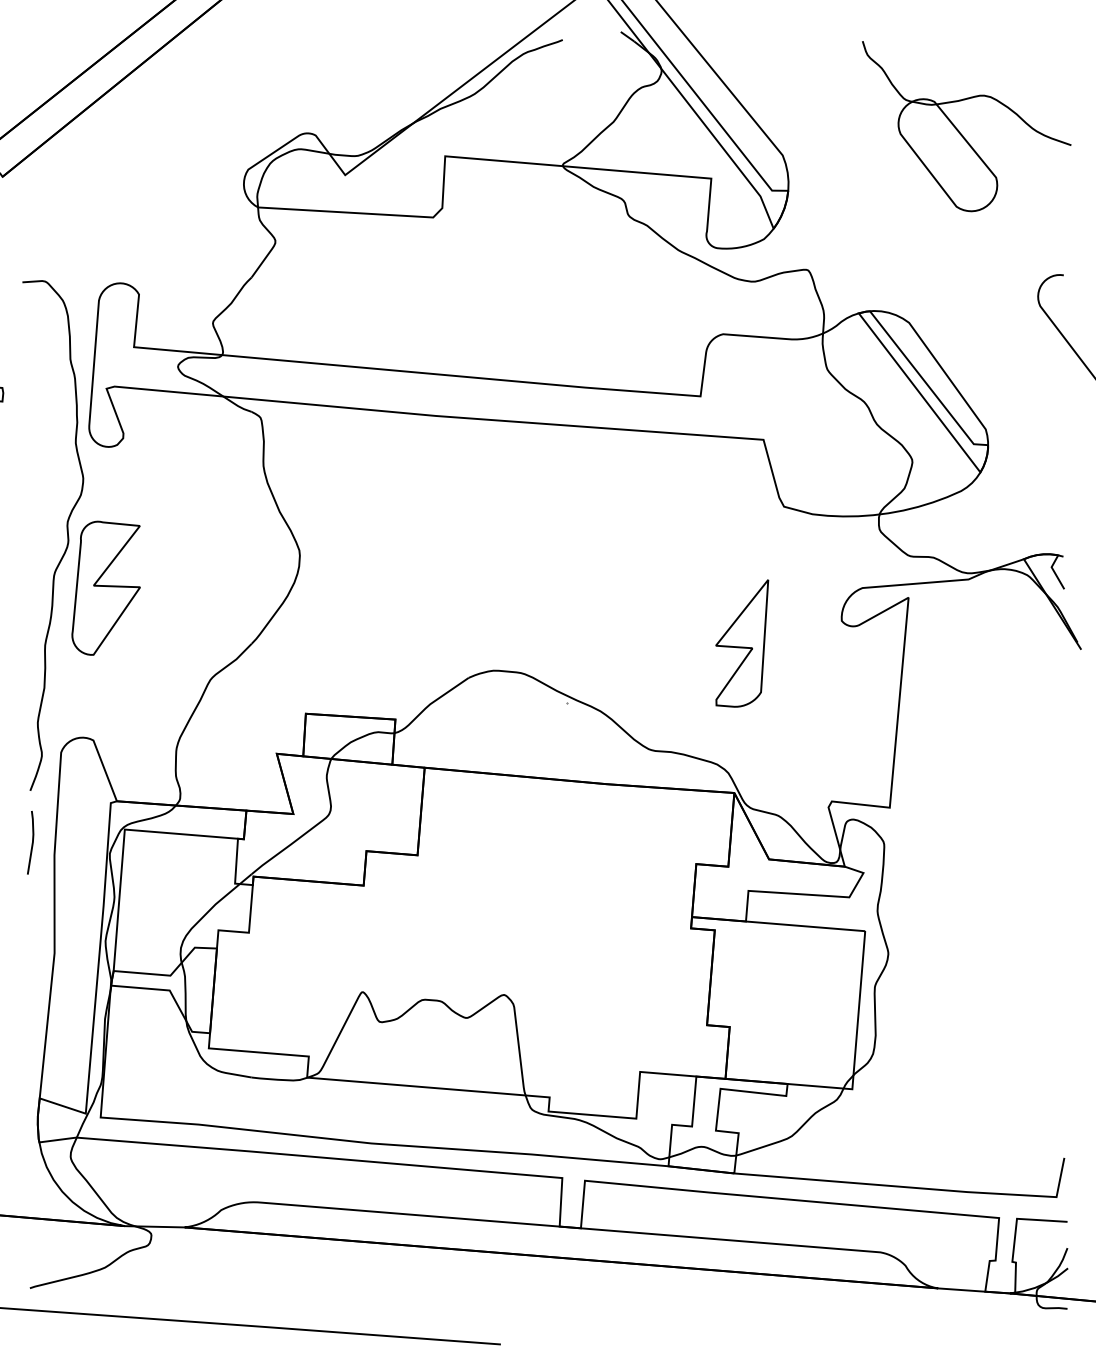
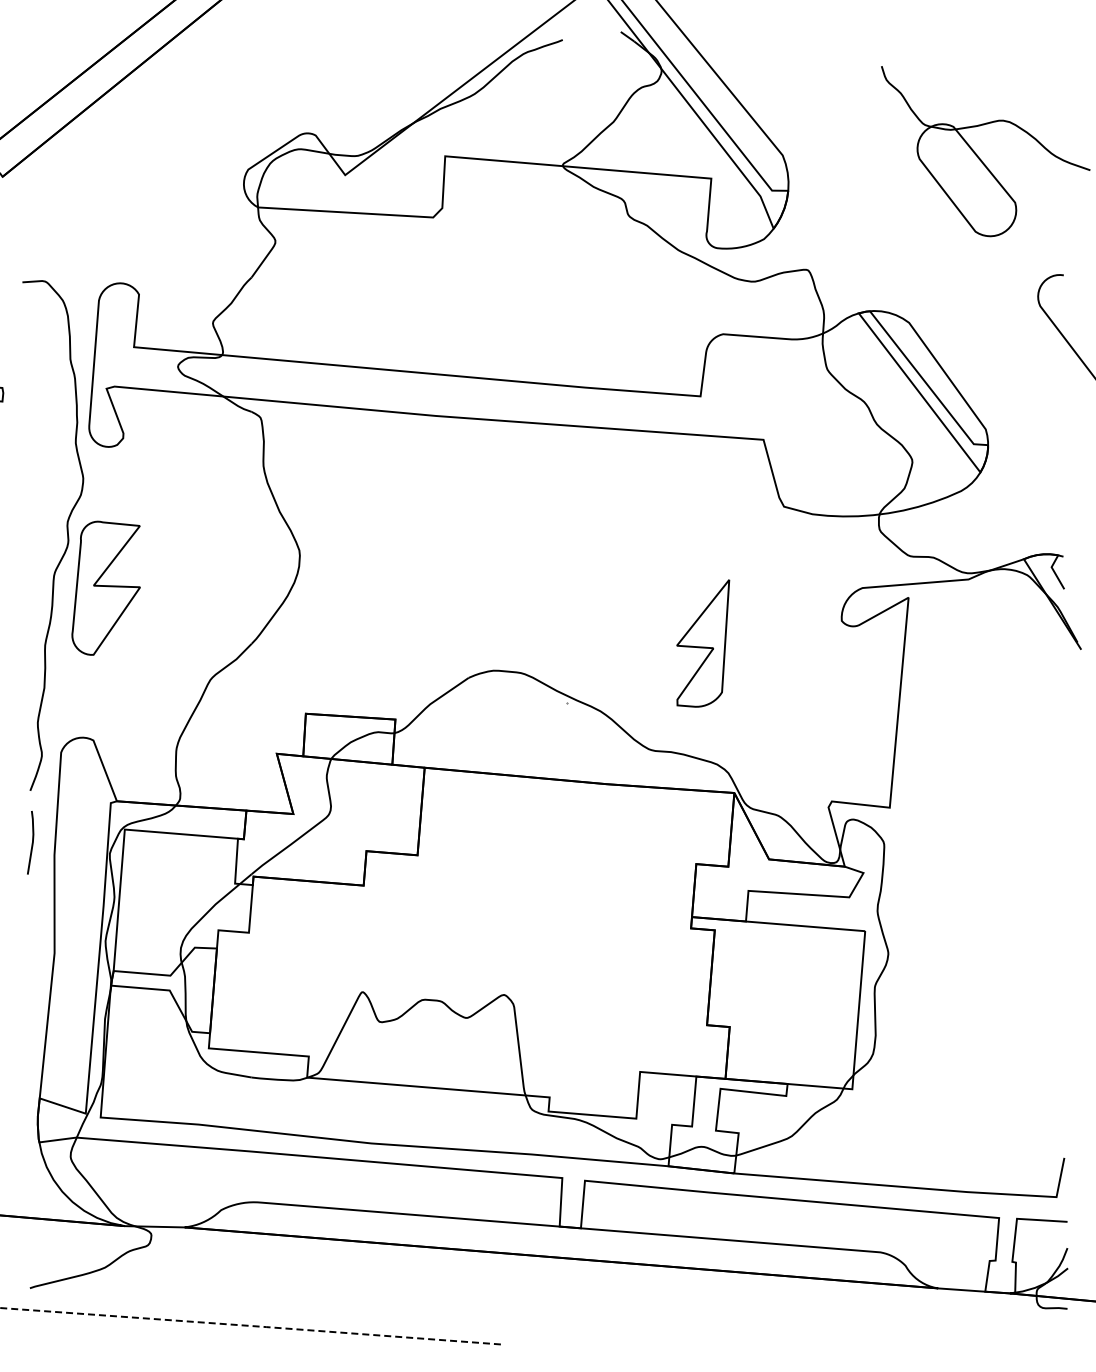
part at (959, 130) position: (959, 130) -> (978, 155)
part at (742, 643) position: (742, 643) -> (703, 643)
line at (251, 1326): solid -> dashed
